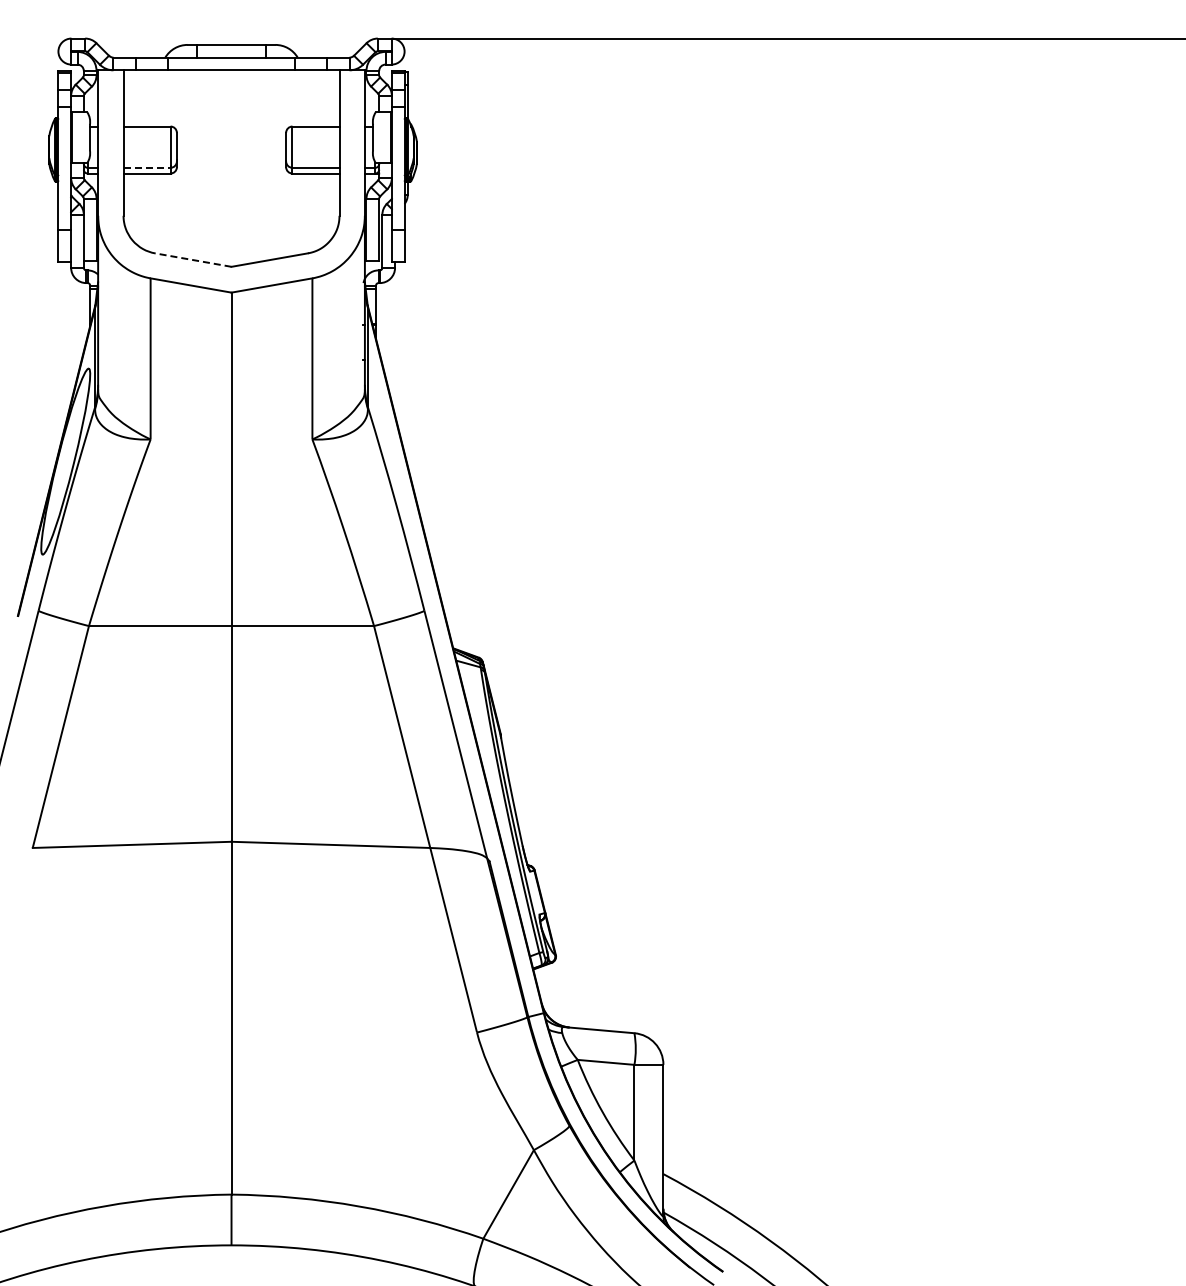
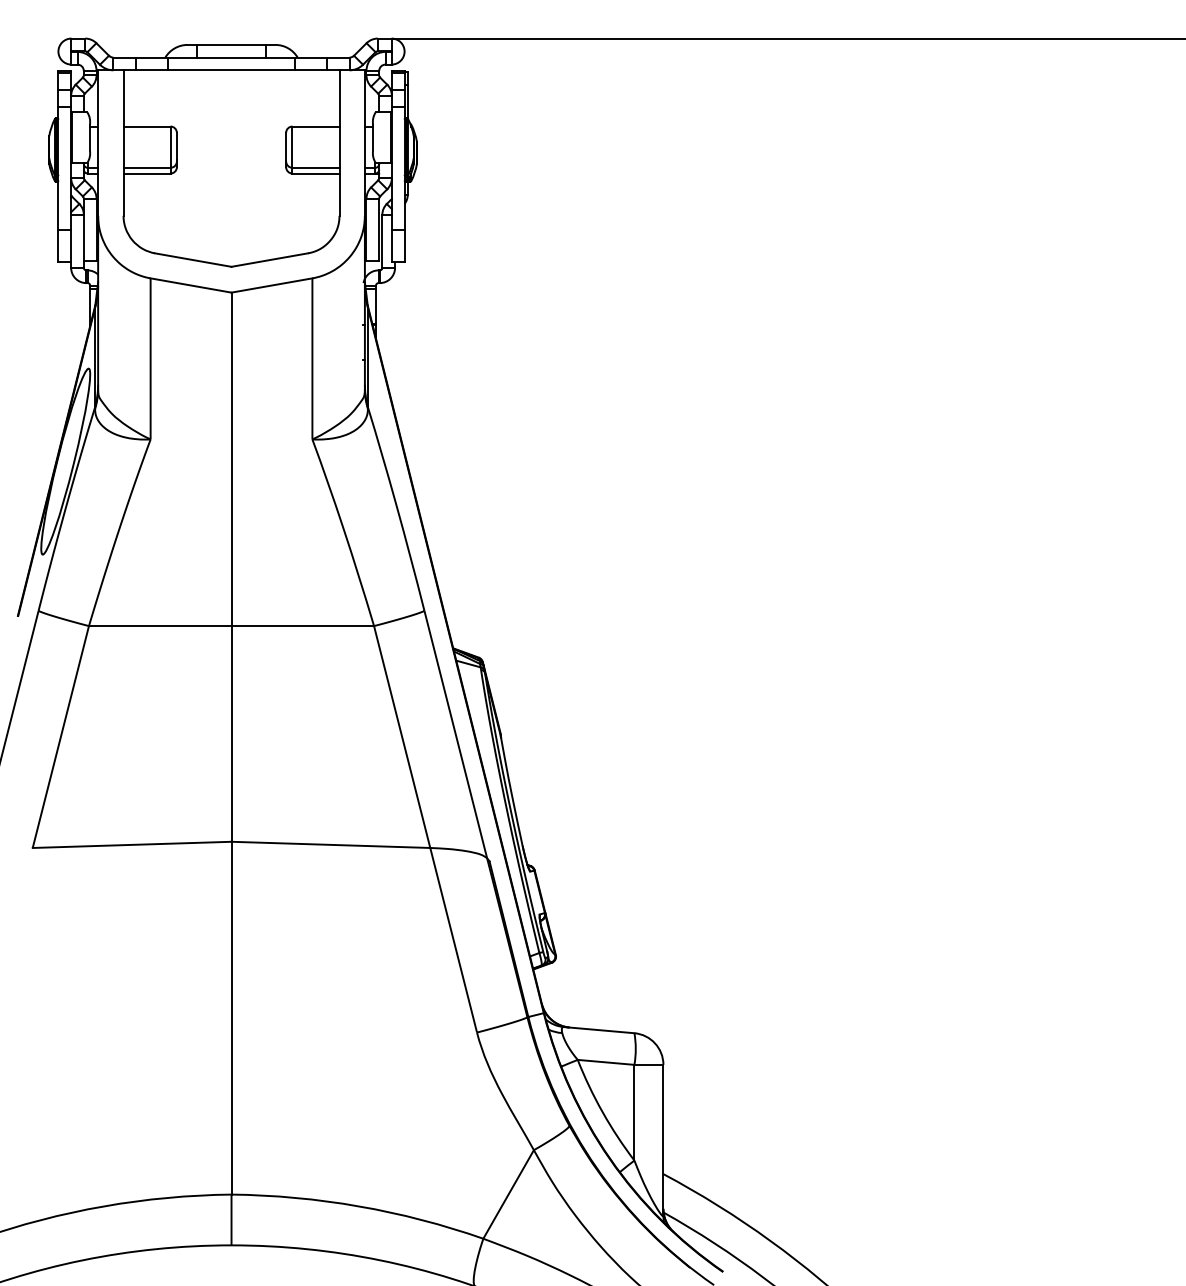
line at (147, 167): dashed -> solid
line at (193, 260): dashed -> solid
